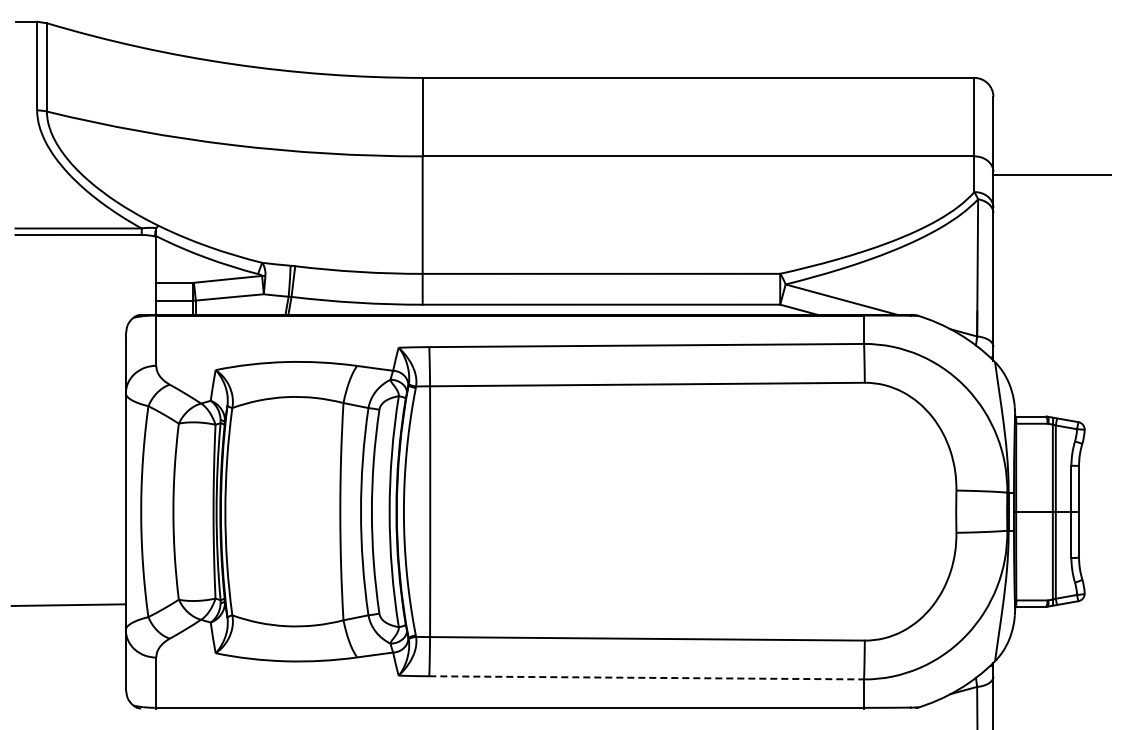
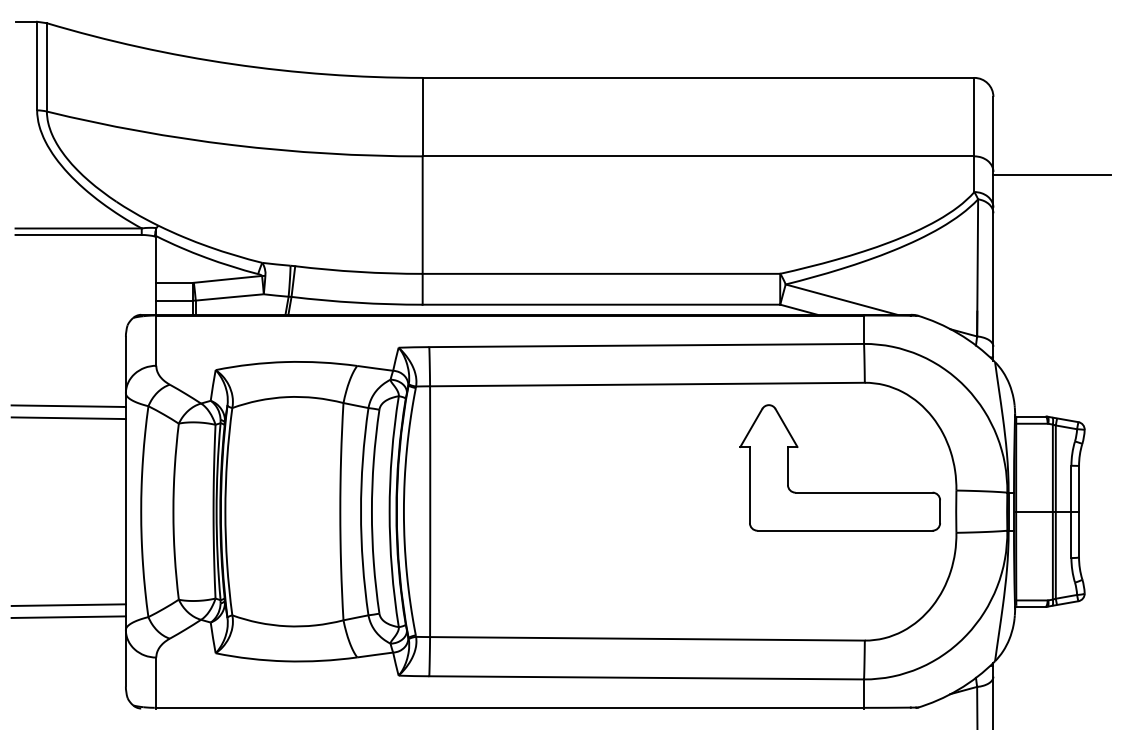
line at (68, 406): none -> present
line at (68, 418): none -> present
part at (839, 492): none -> present
line at (68, 616): none -> present
line at (647, 677): dashed -> solid
